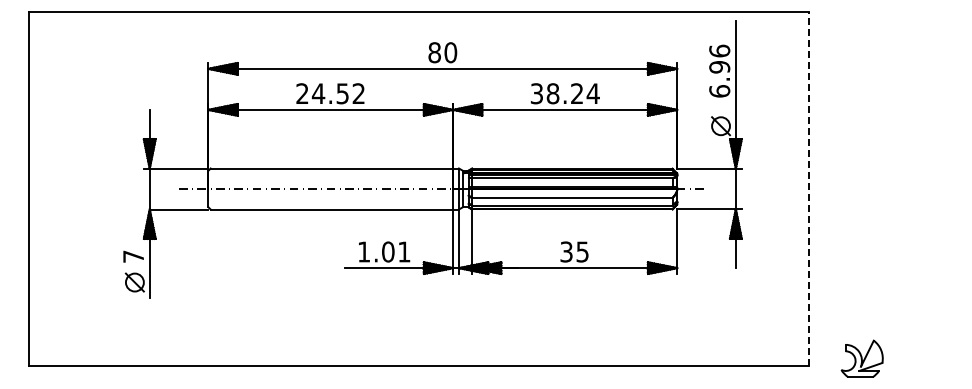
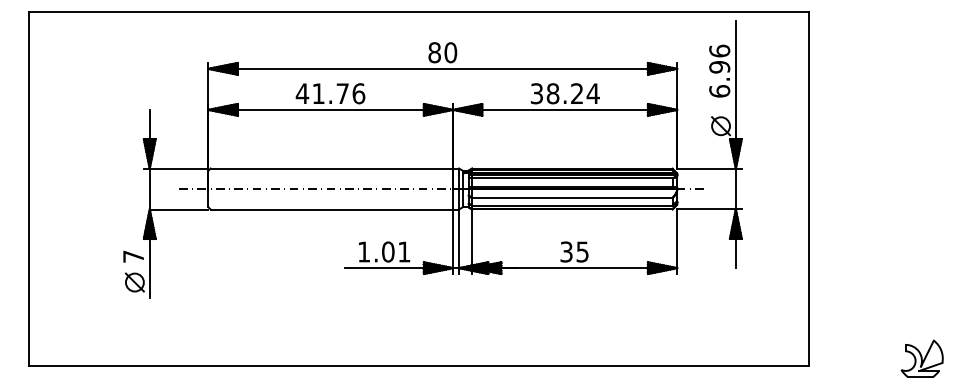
text at (330, 93): 24.52 -> 41.76
line at (809, 188): dashed -> solid
part at (861, 358) position: (861, 358) -> (921, 358)
